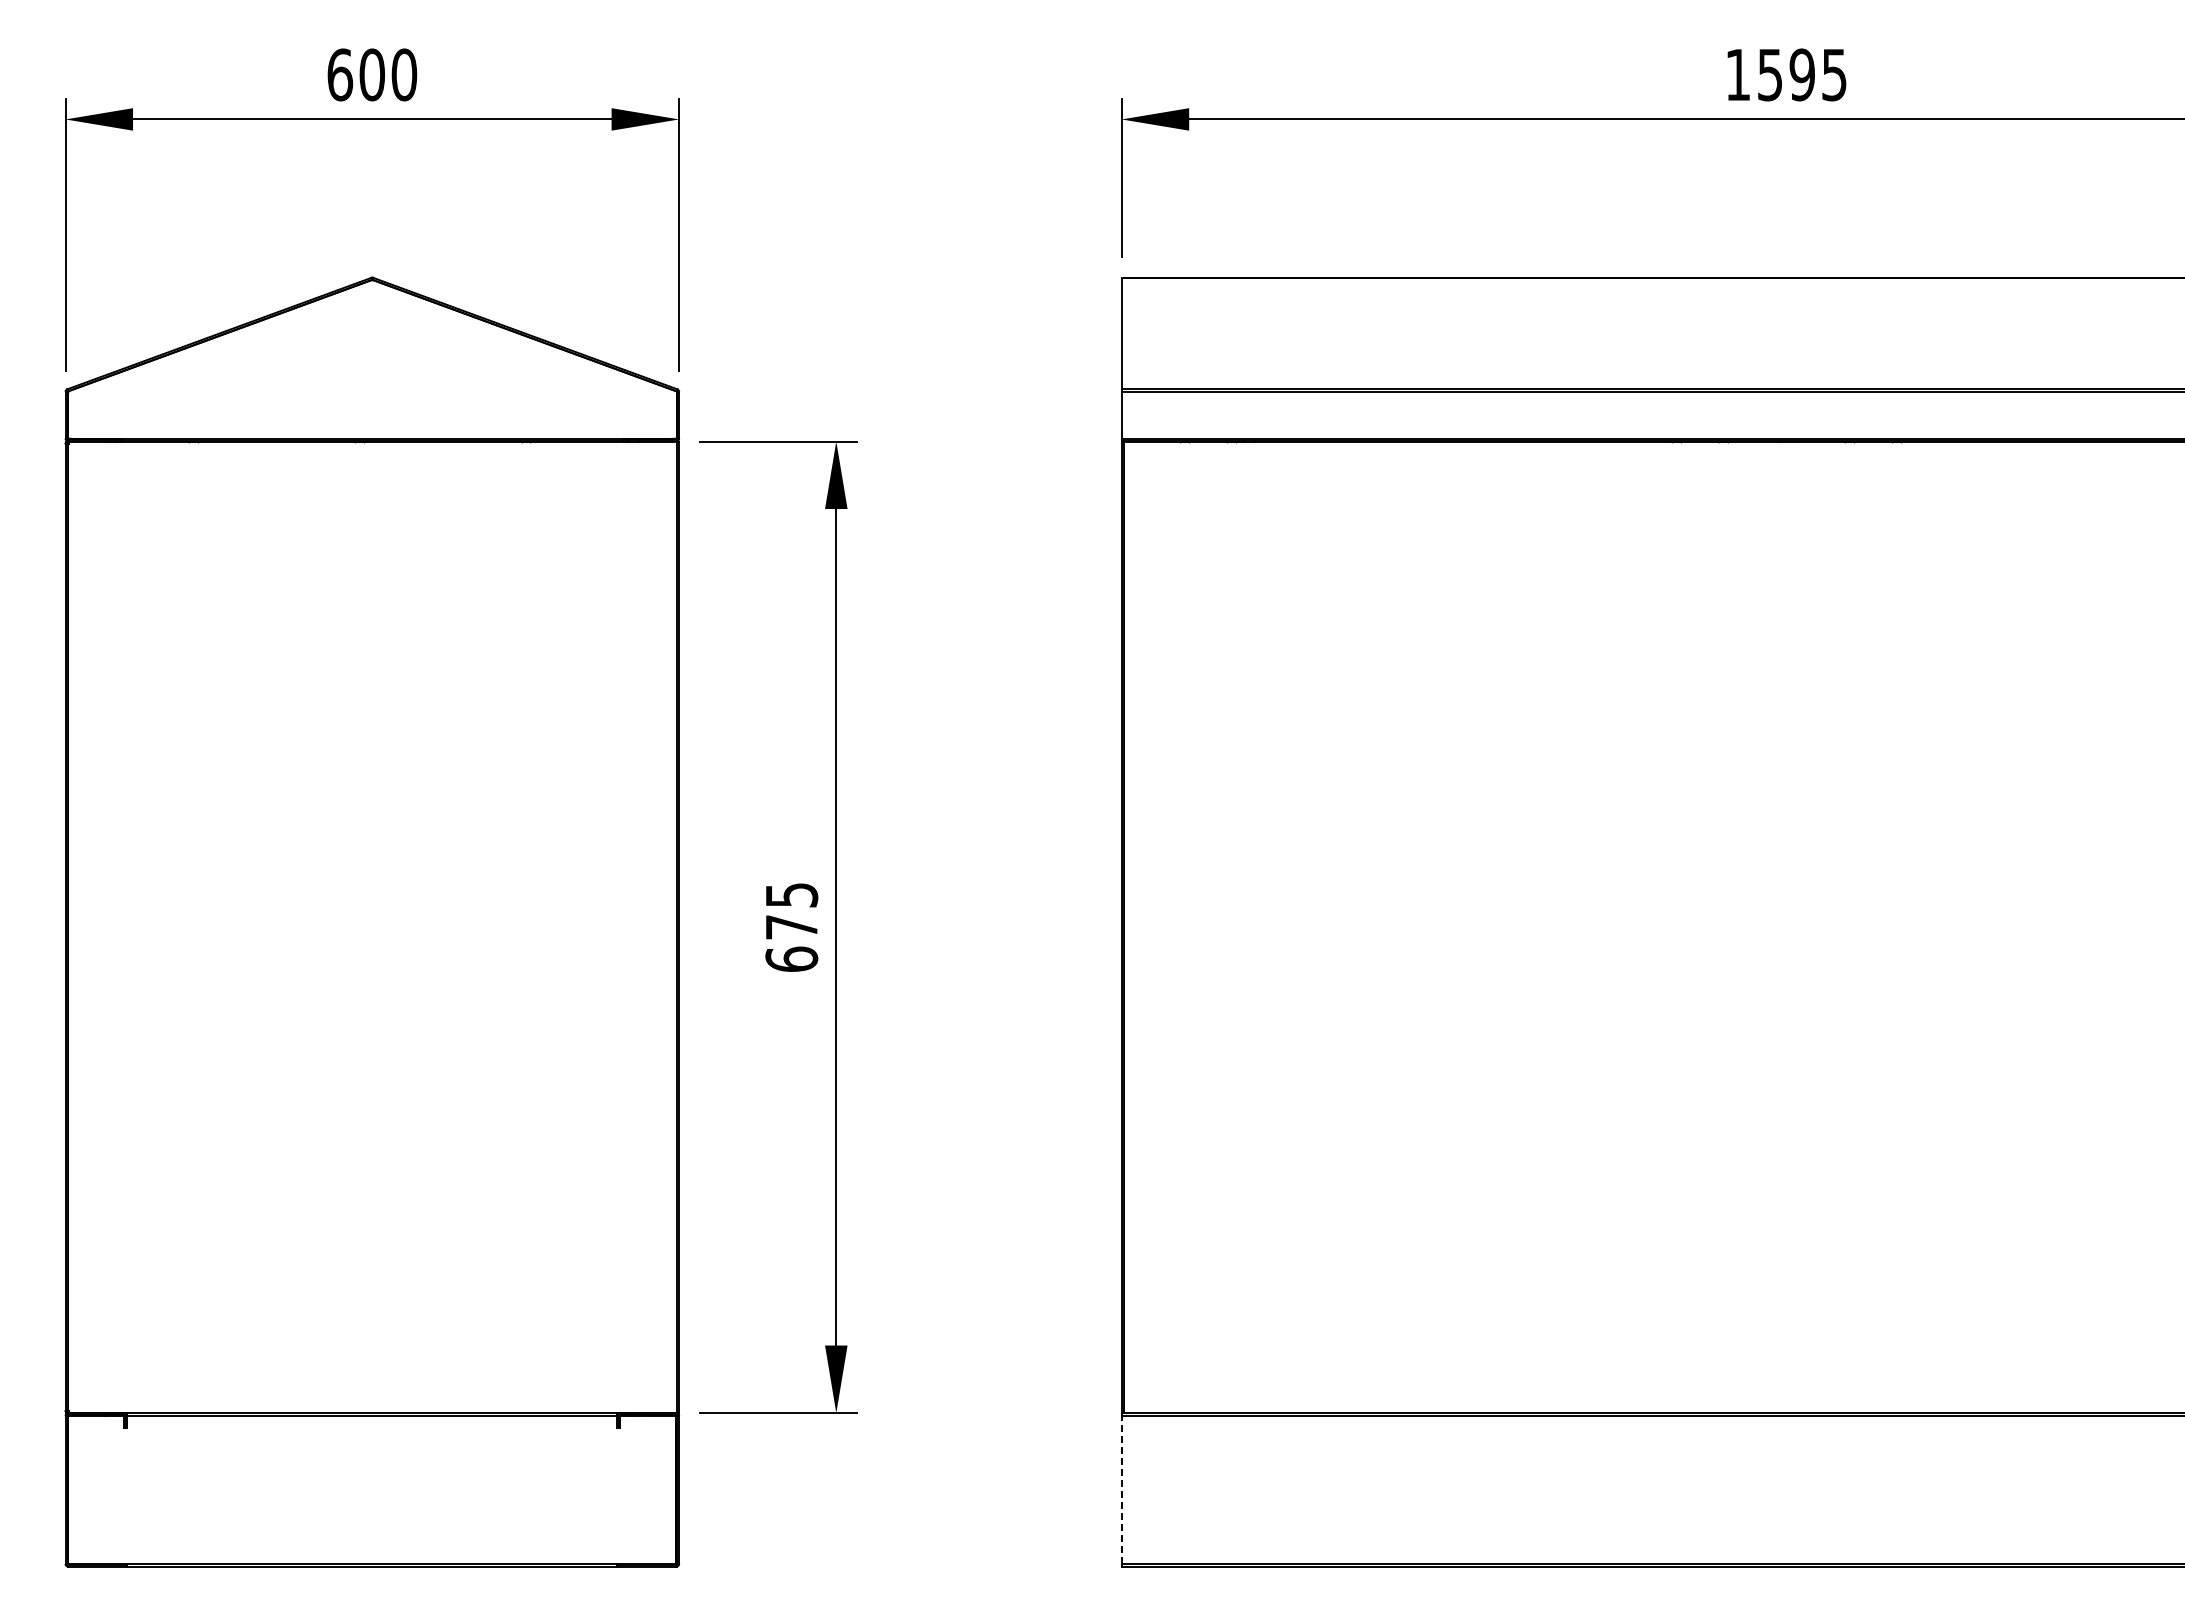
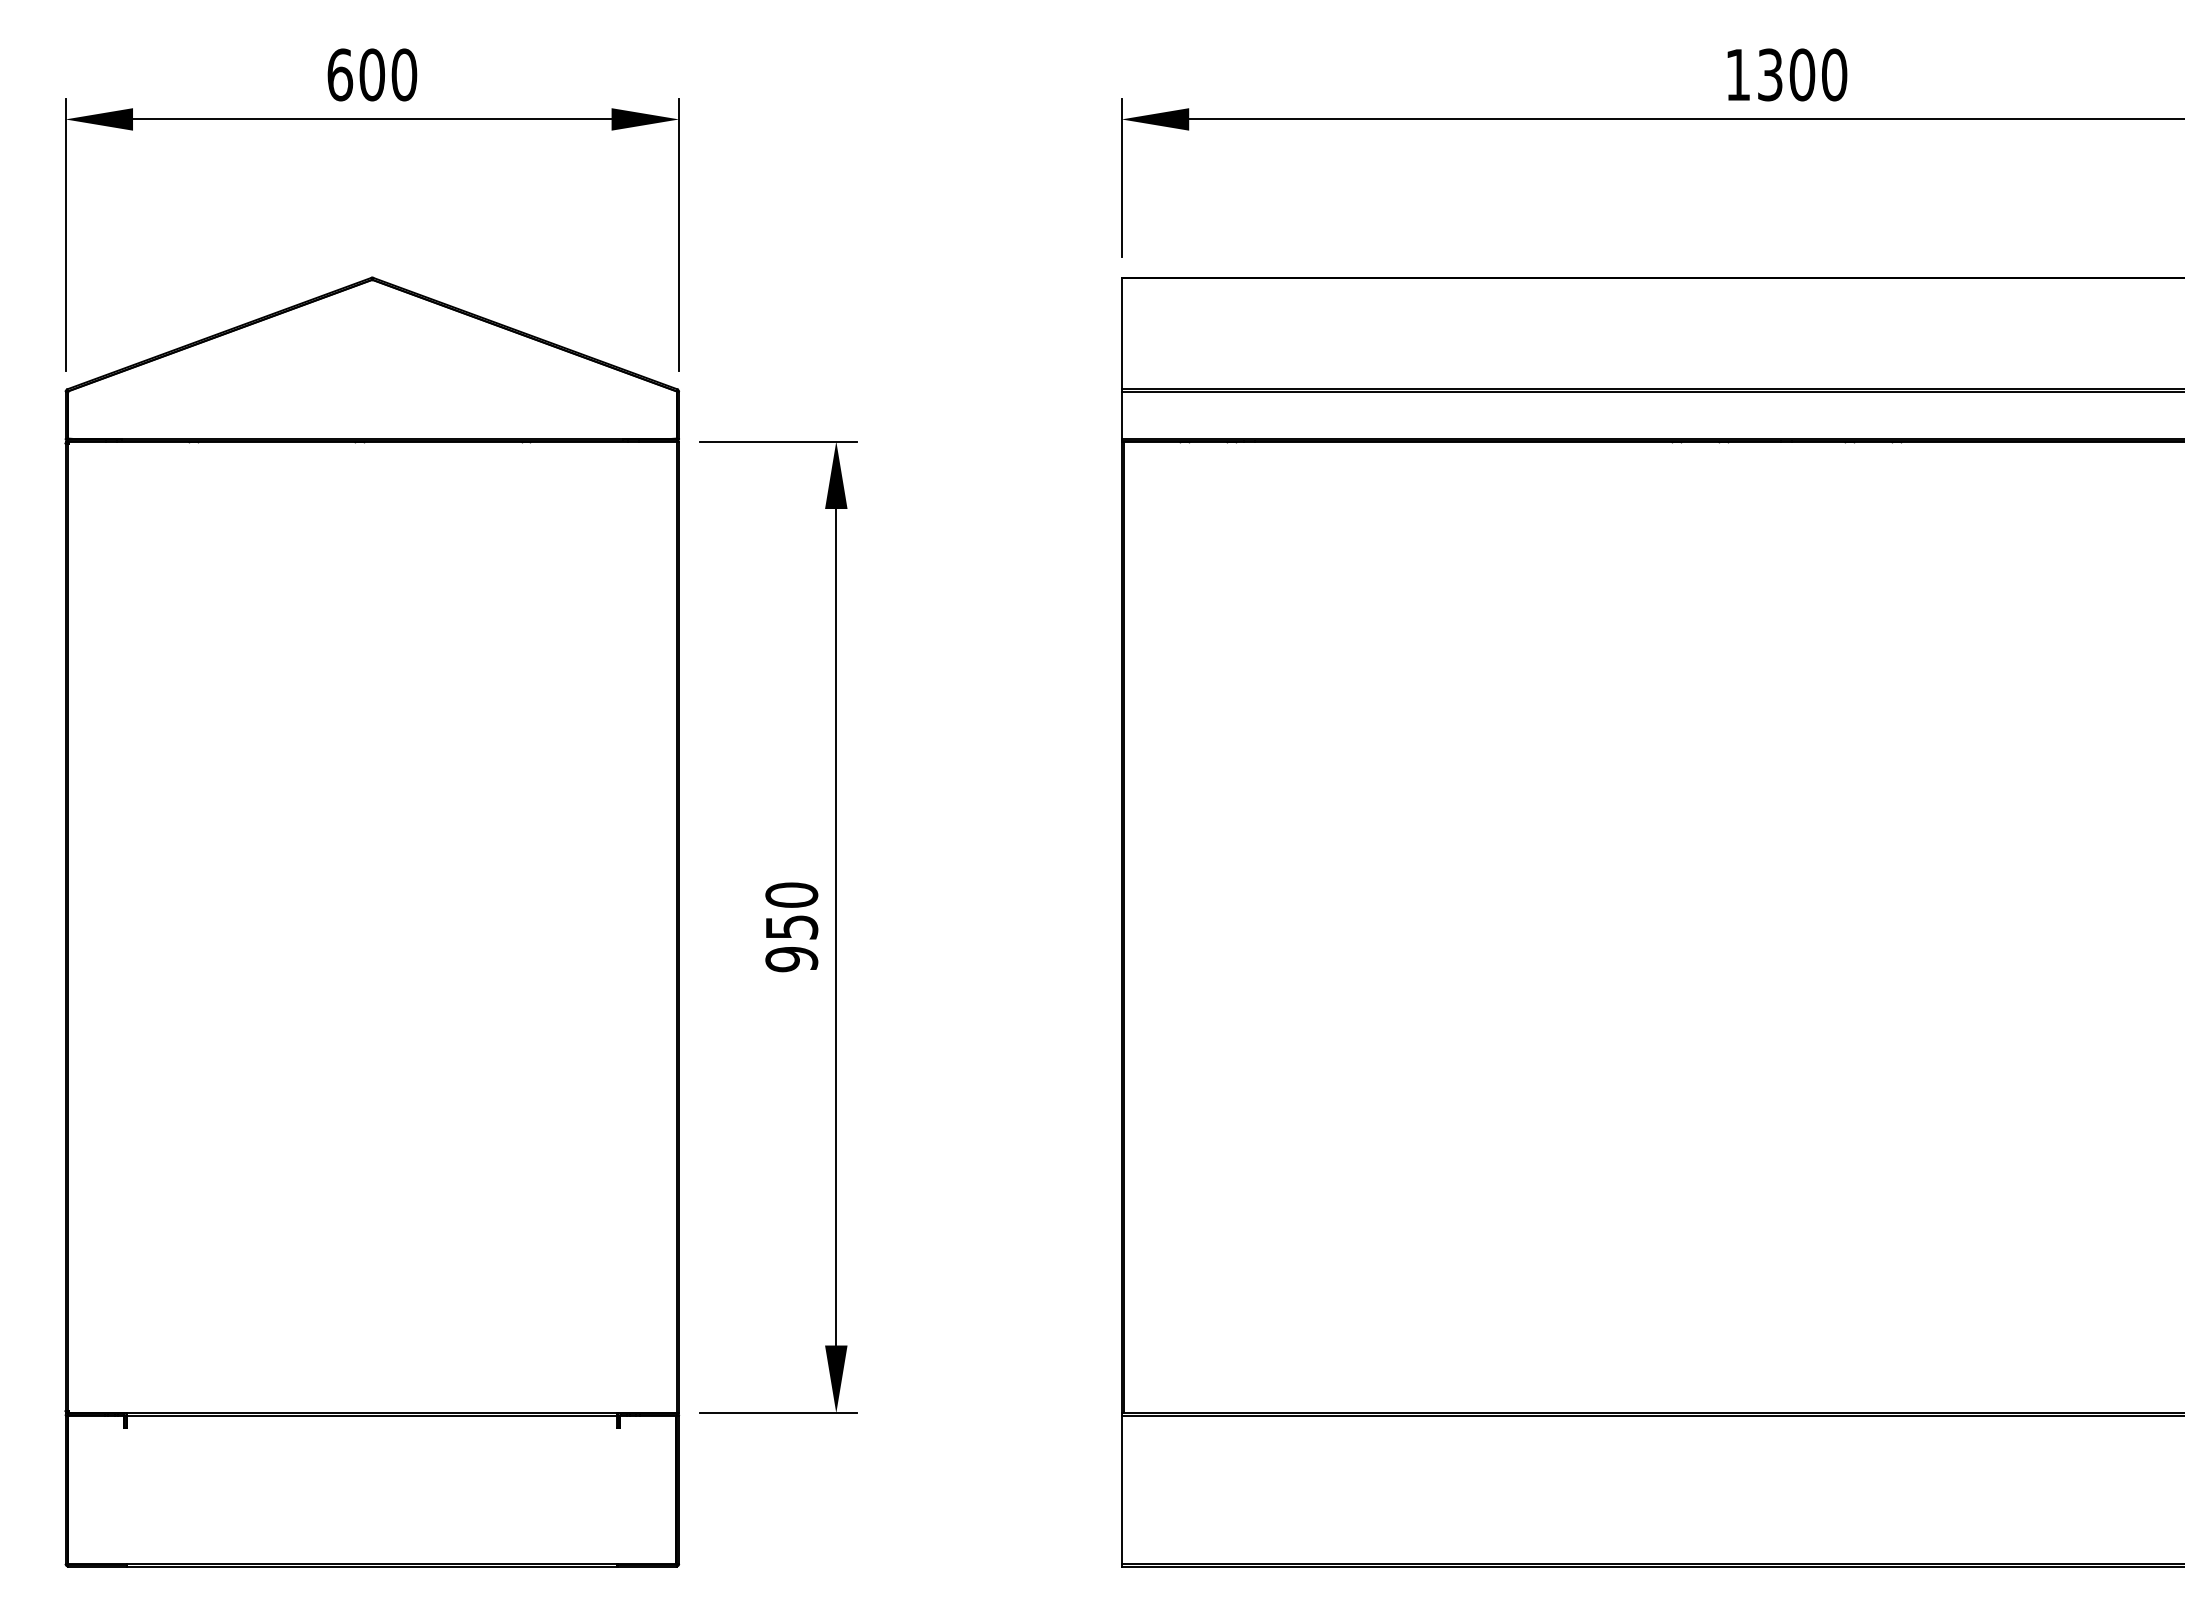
text at (1802, 74): 1595 -> 1300
text at (791, 927): 675 -> 950
line at (1121, 1489): dashed -> solid
